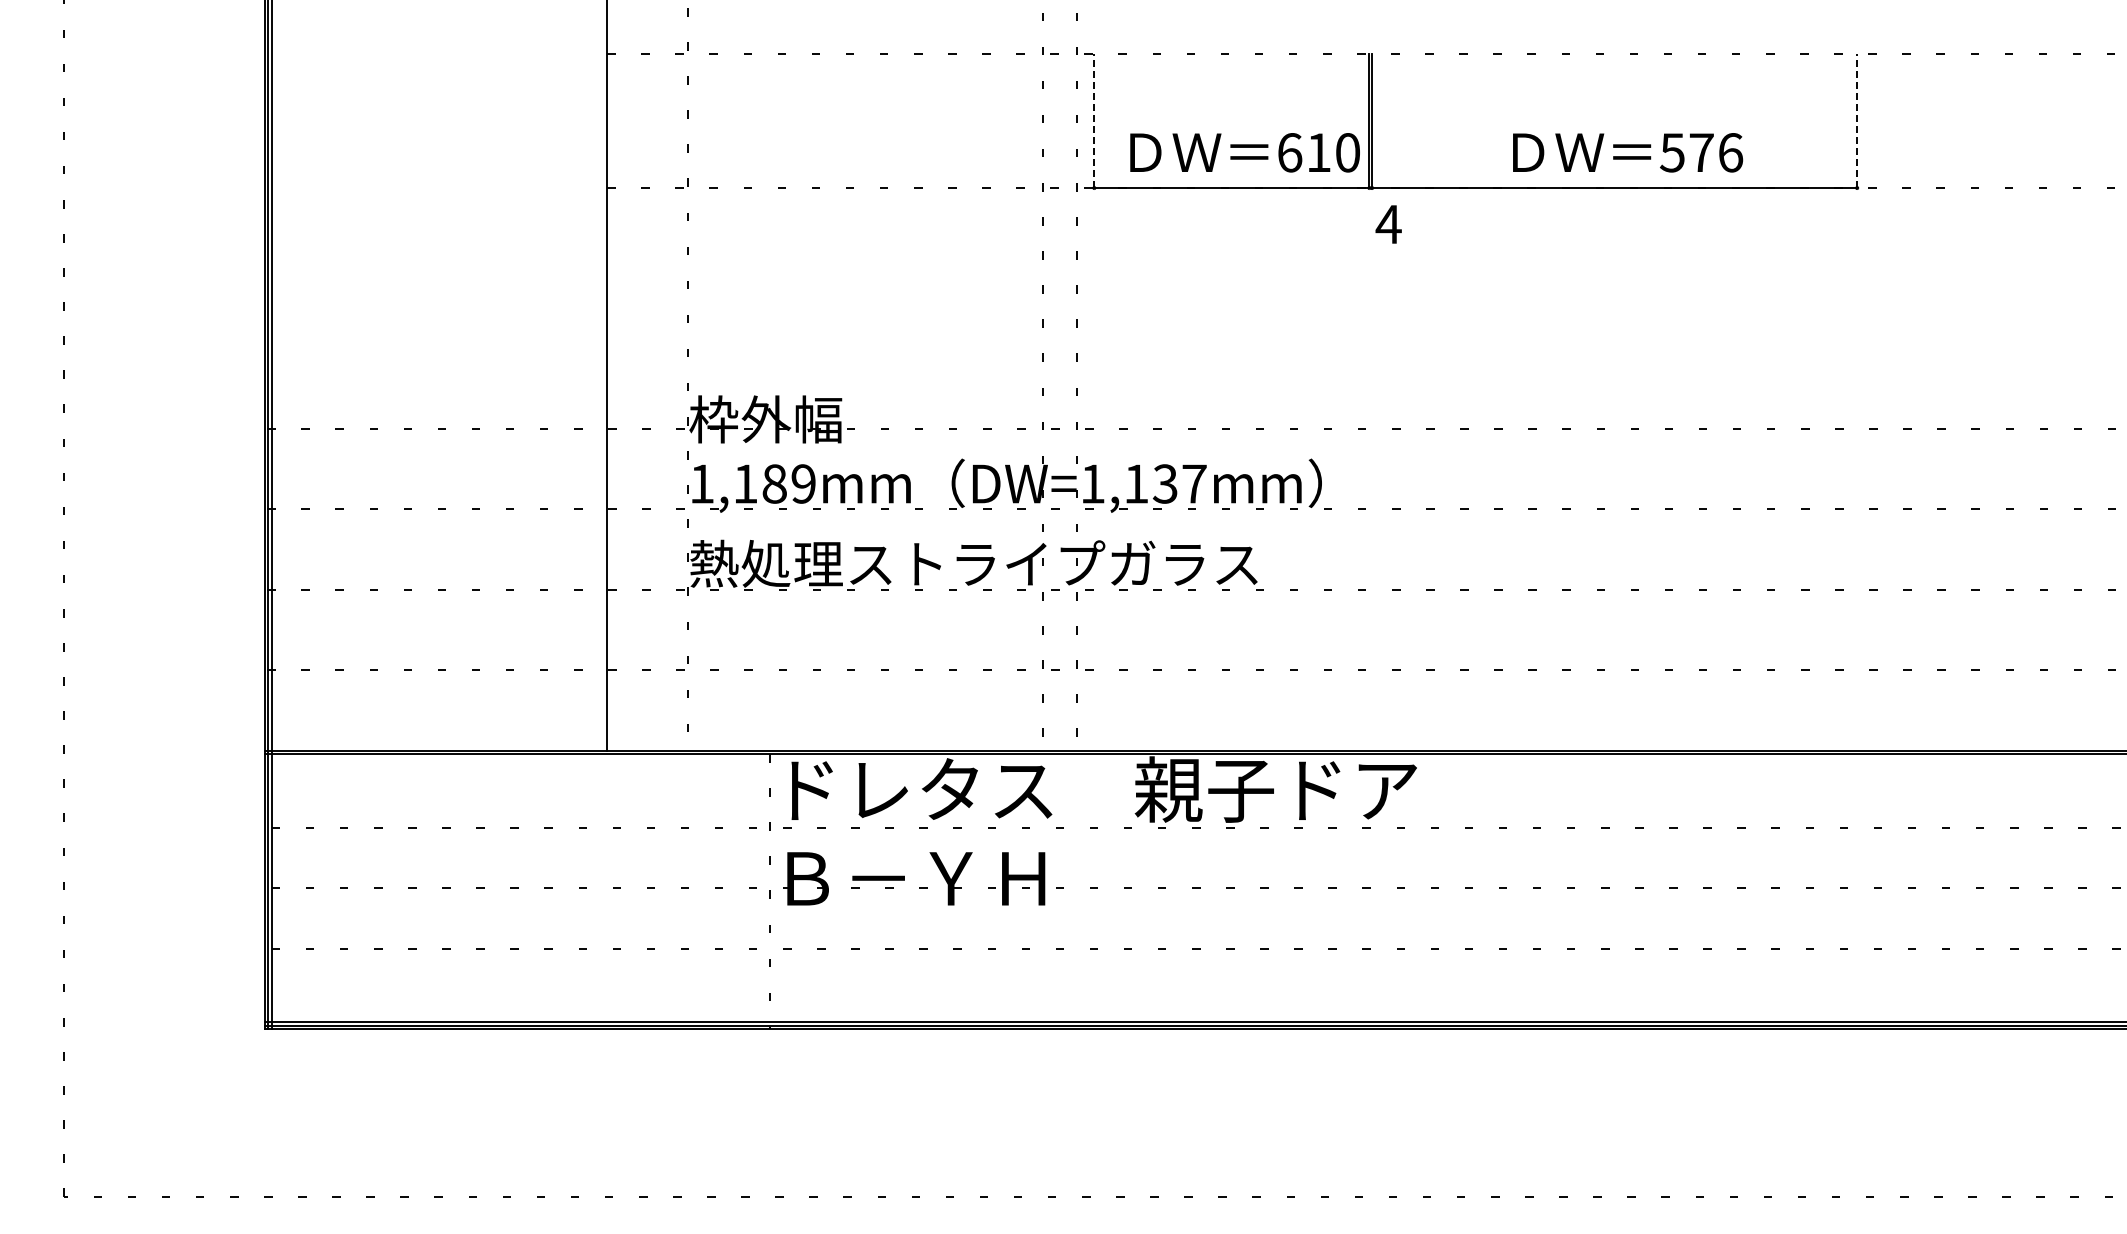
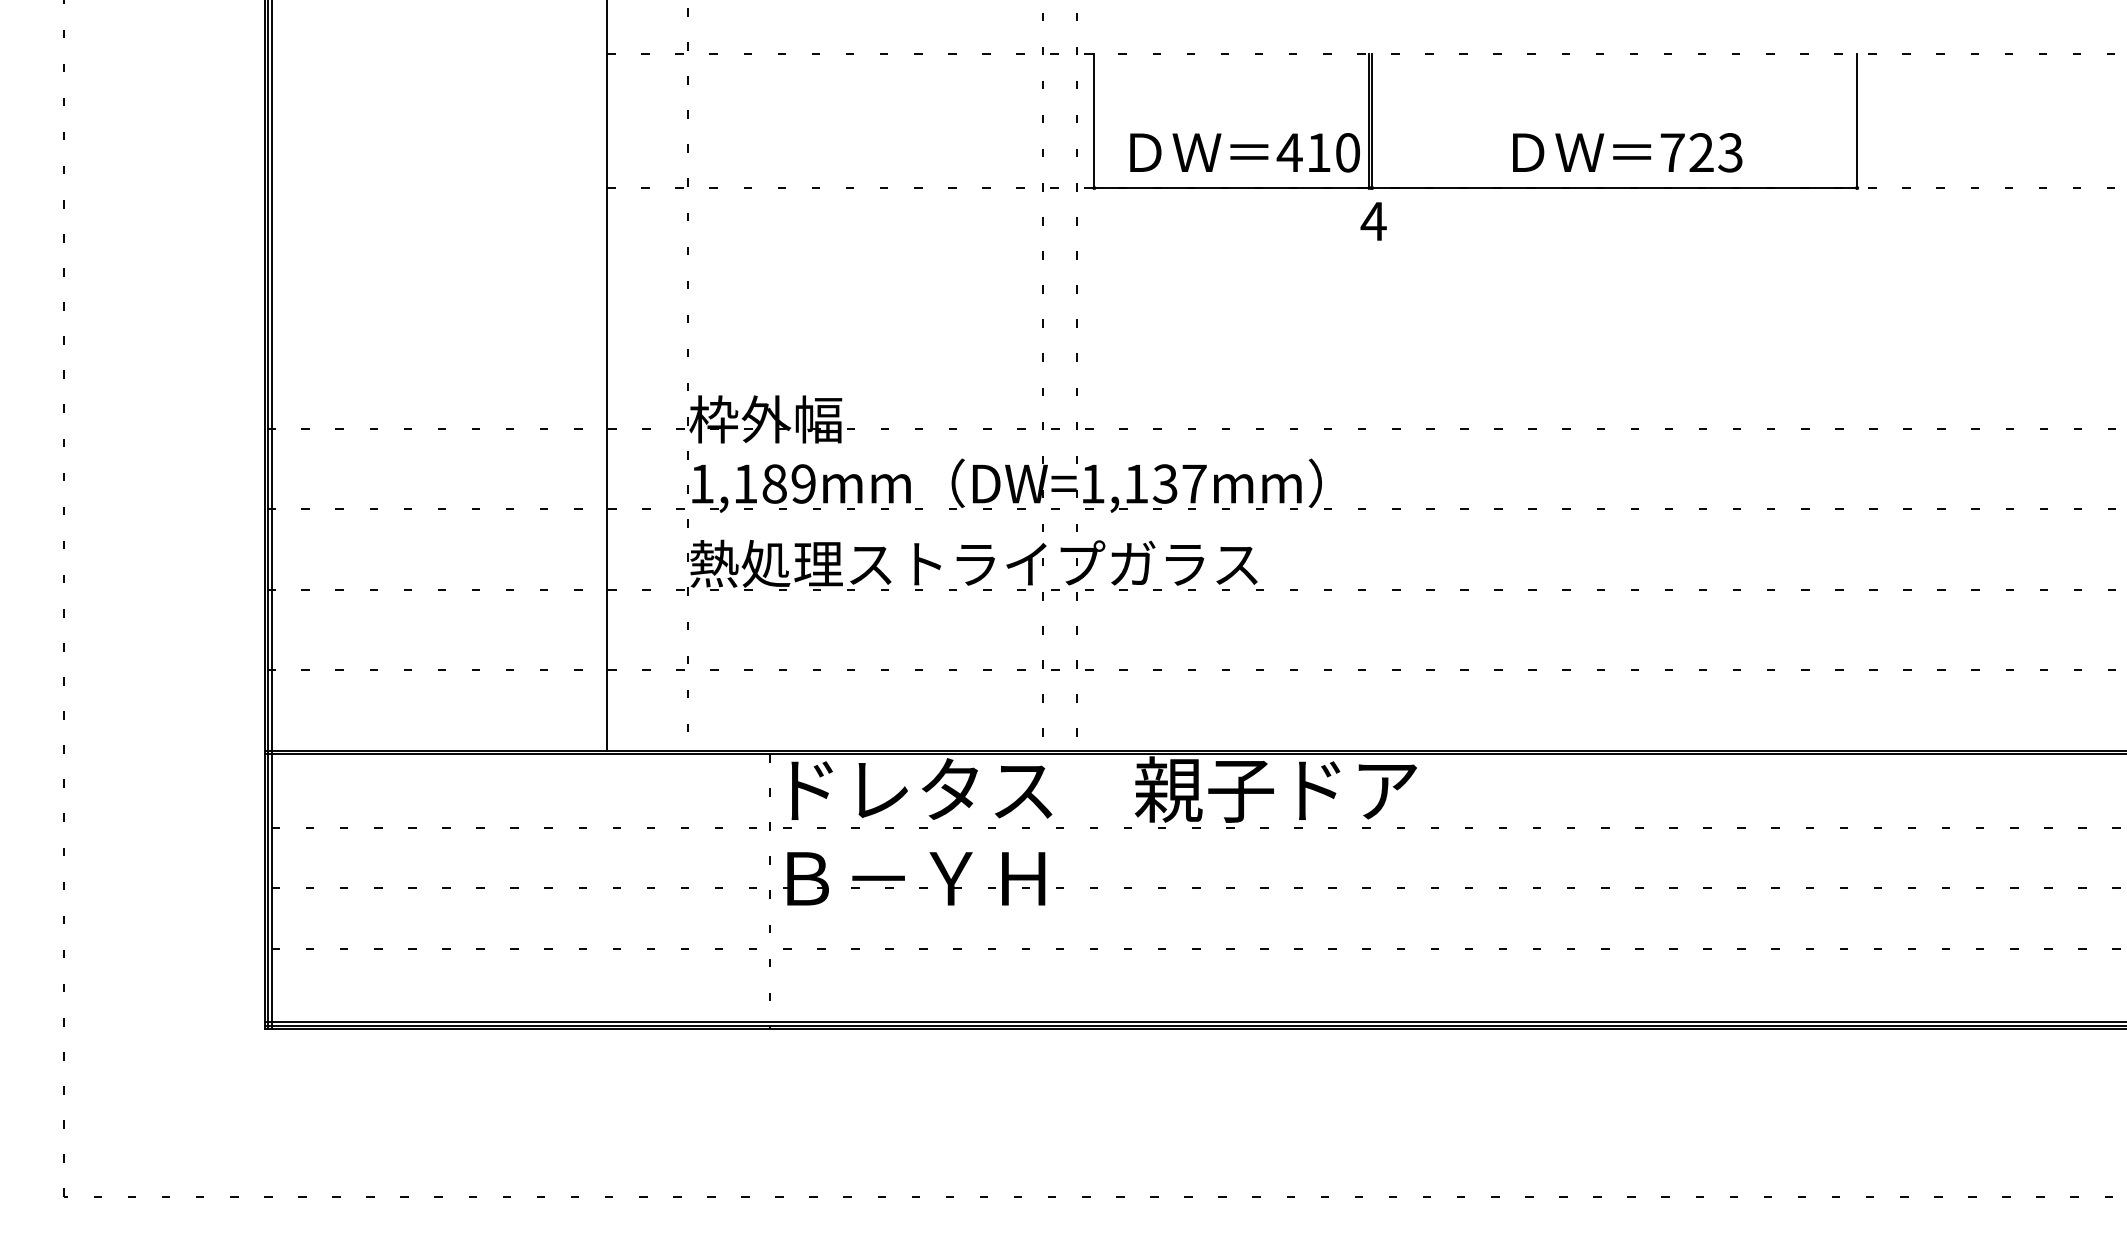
line at (1094, 120): dashed -> solid
line at (1857, 120): dashed -> solid
text at (1289, 152): 610 -> 410
text at (1701, 152): 576 -> 723
text at (1388, 224) position: (1388, 224) -> (1373, 221)
